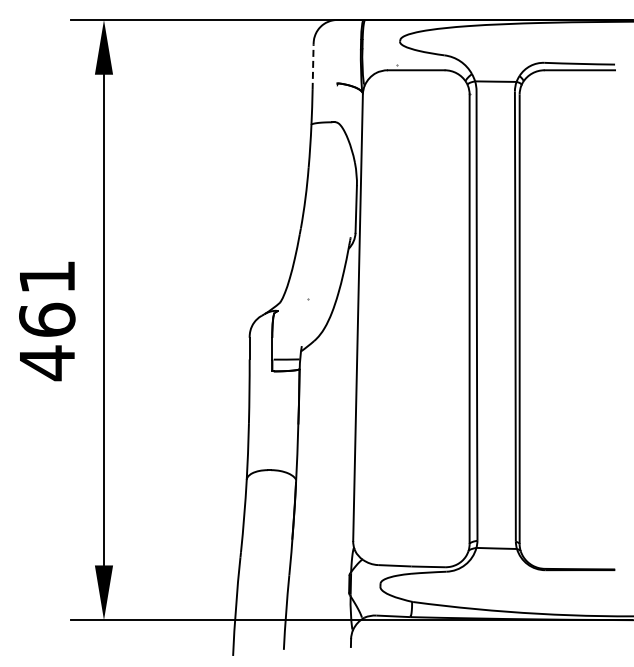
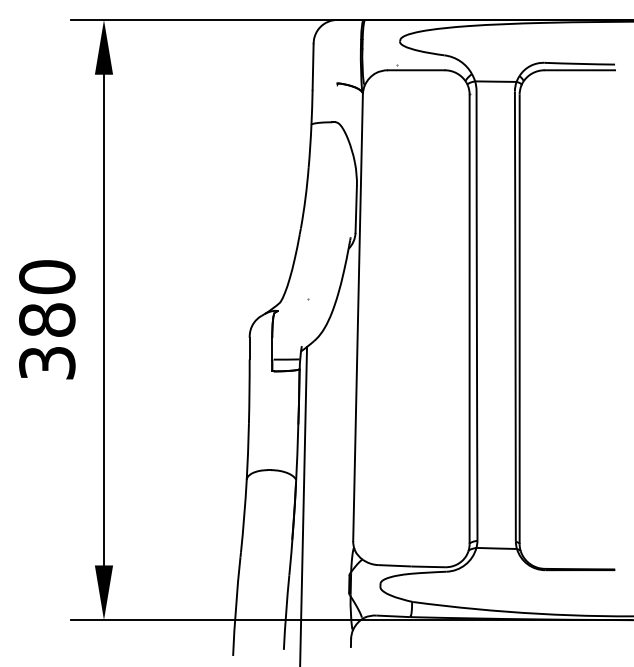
line at (313, 67): dashed -> solid
text at (47, 320): 461 -> 380
line at (303, 504): none -> present
